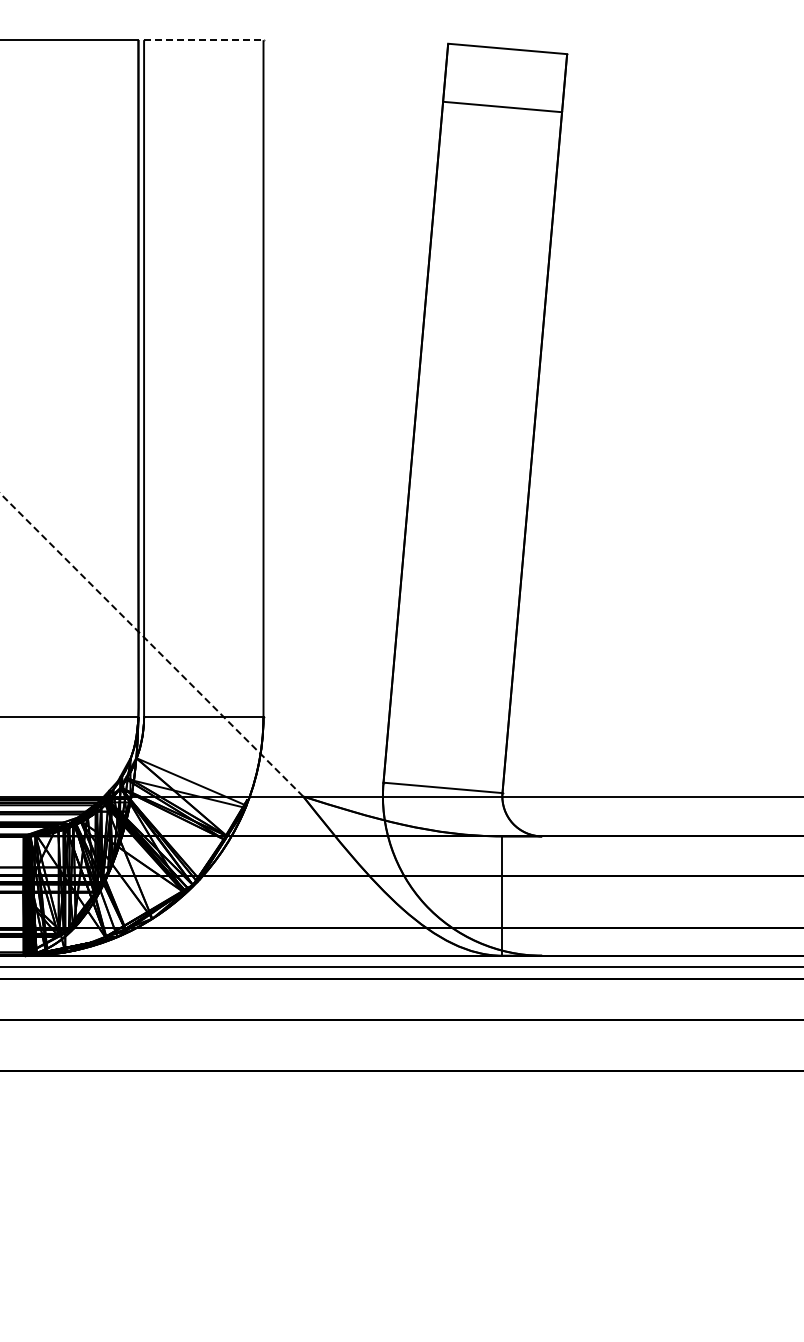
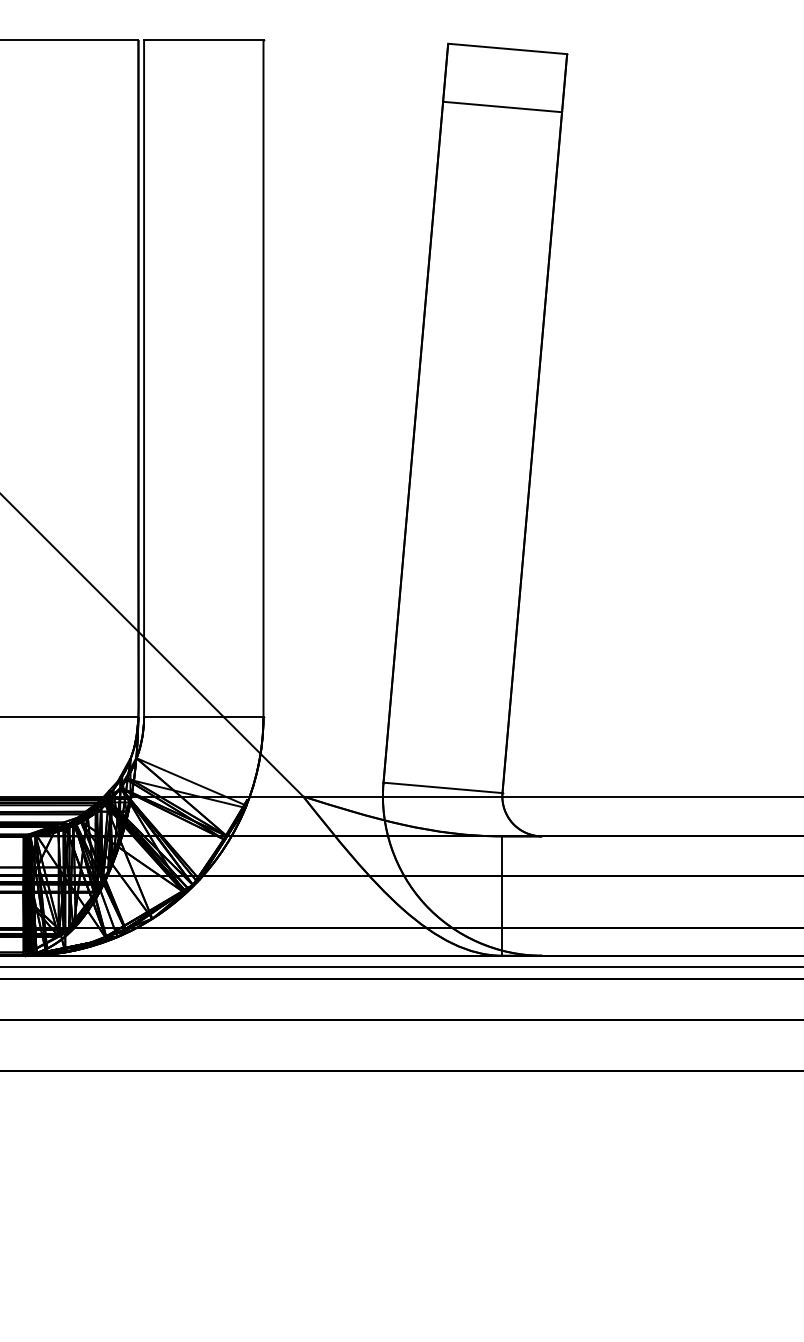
line at (203, 40): dashed -> solid
line at (151, 644): dashed -> solid
